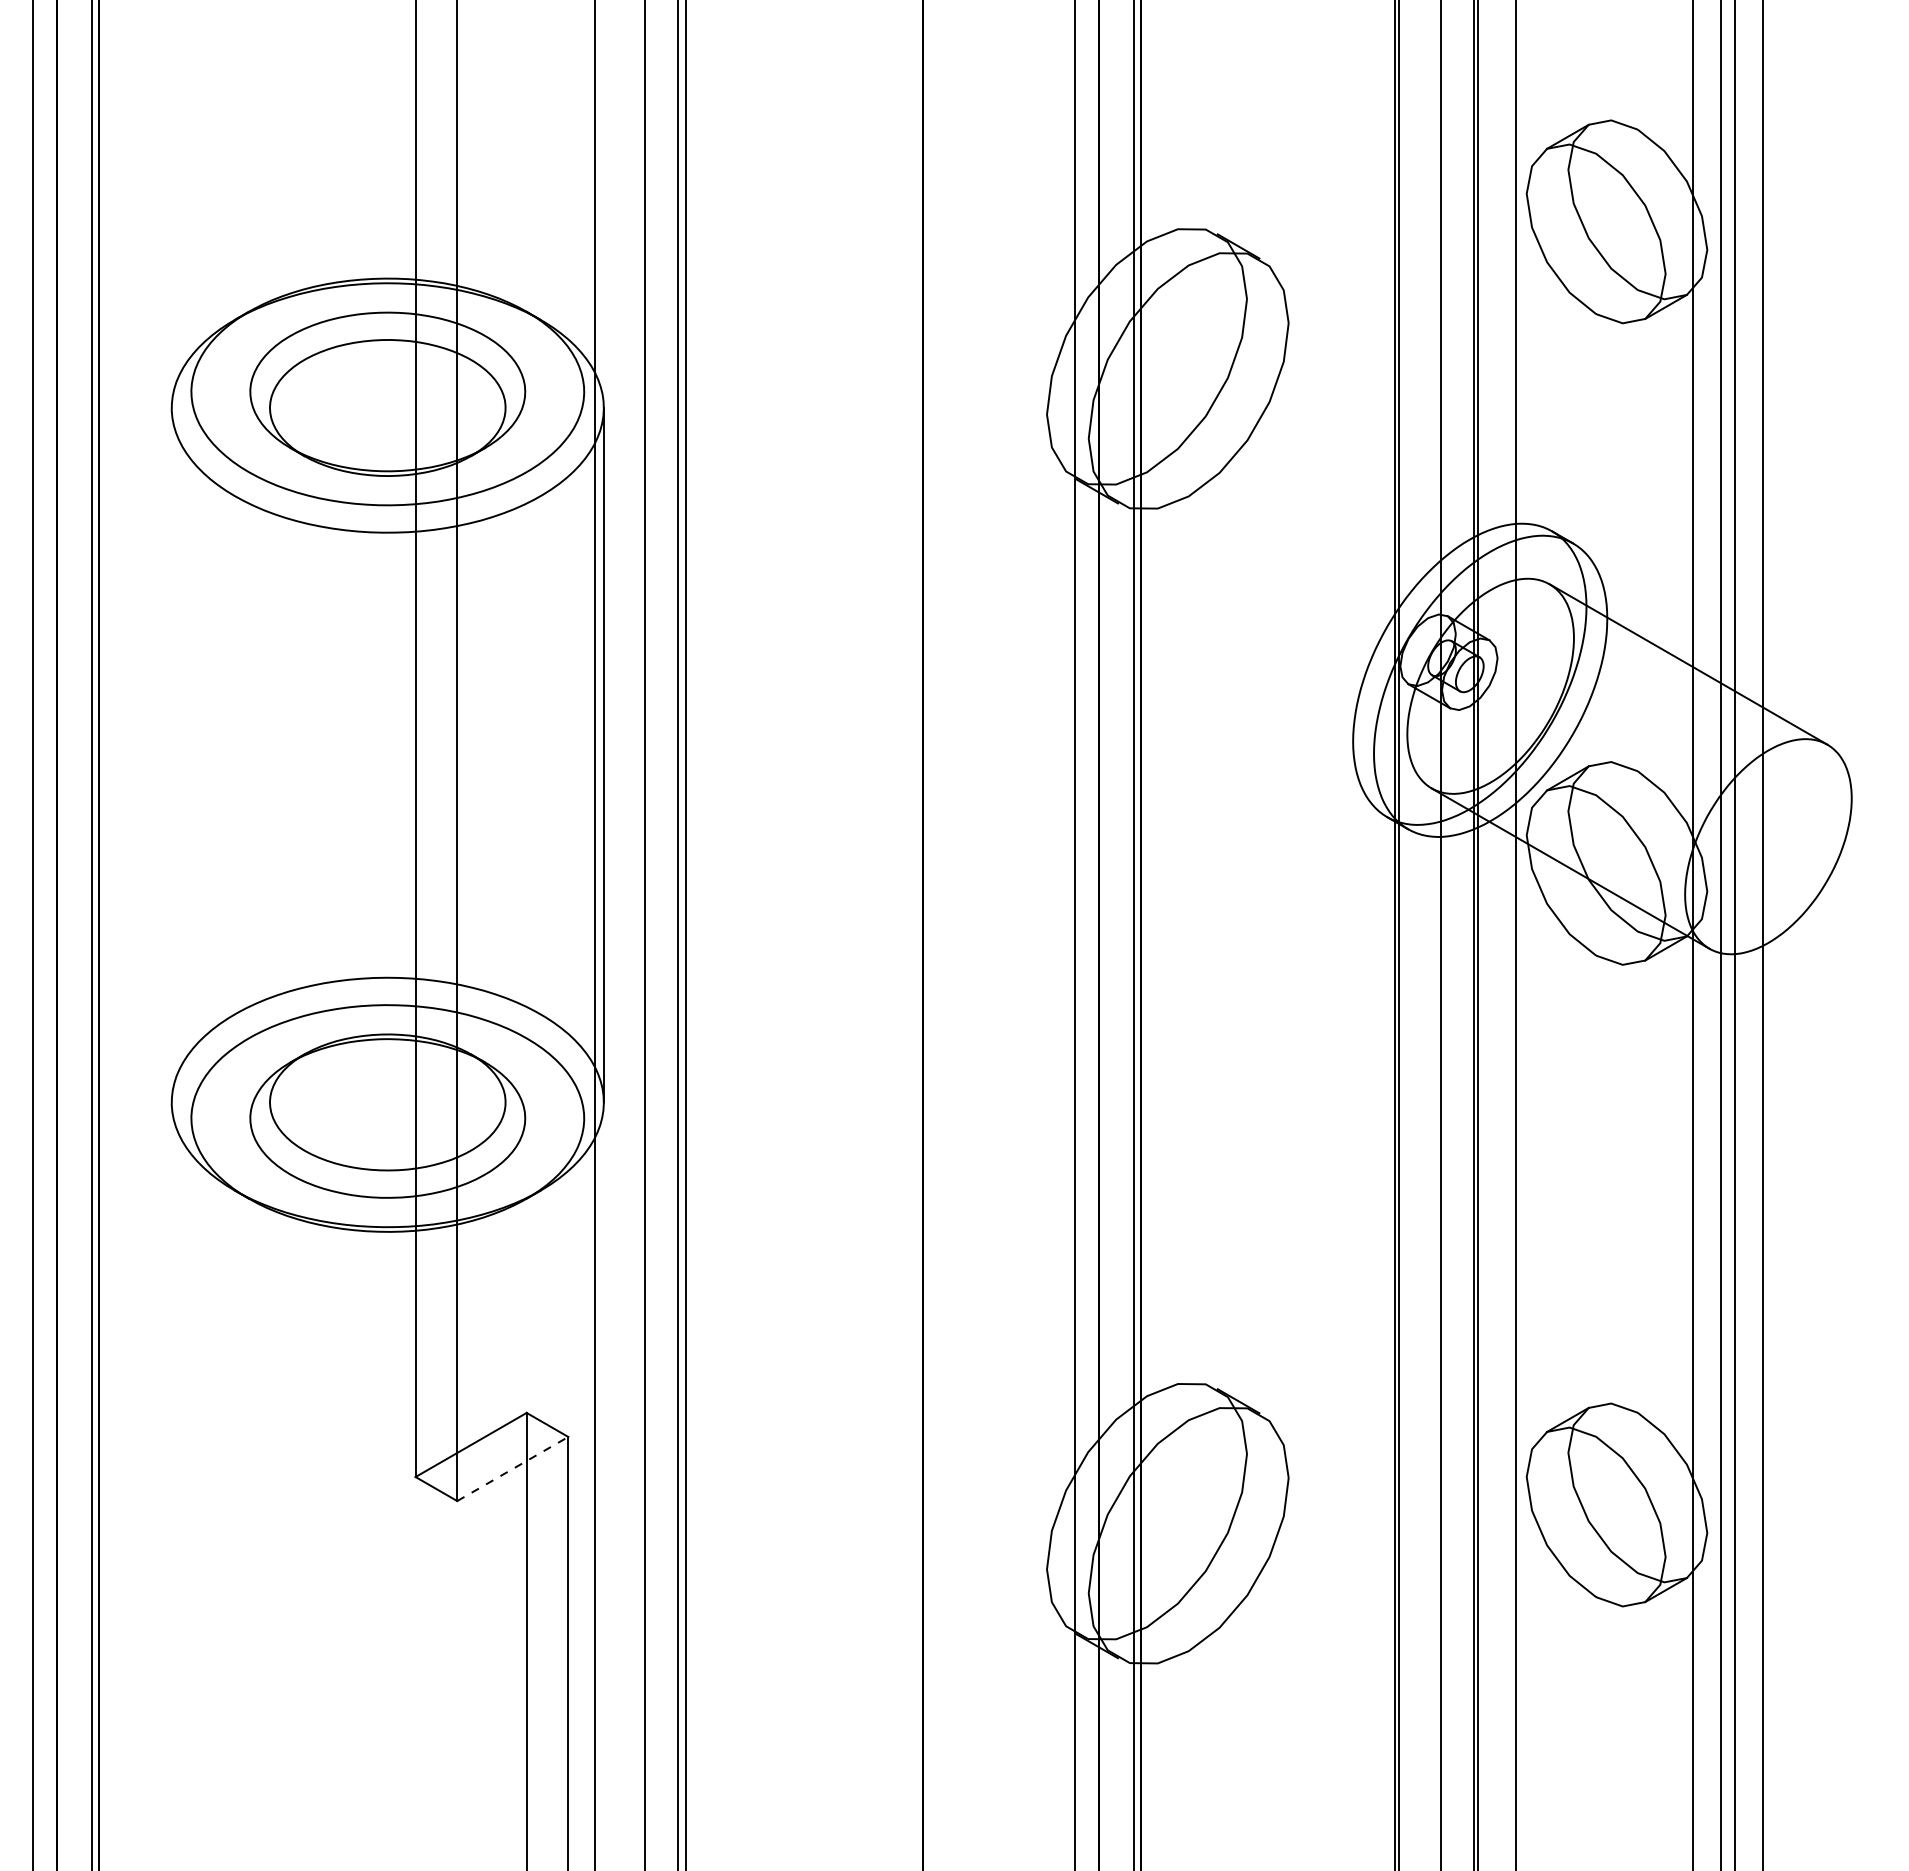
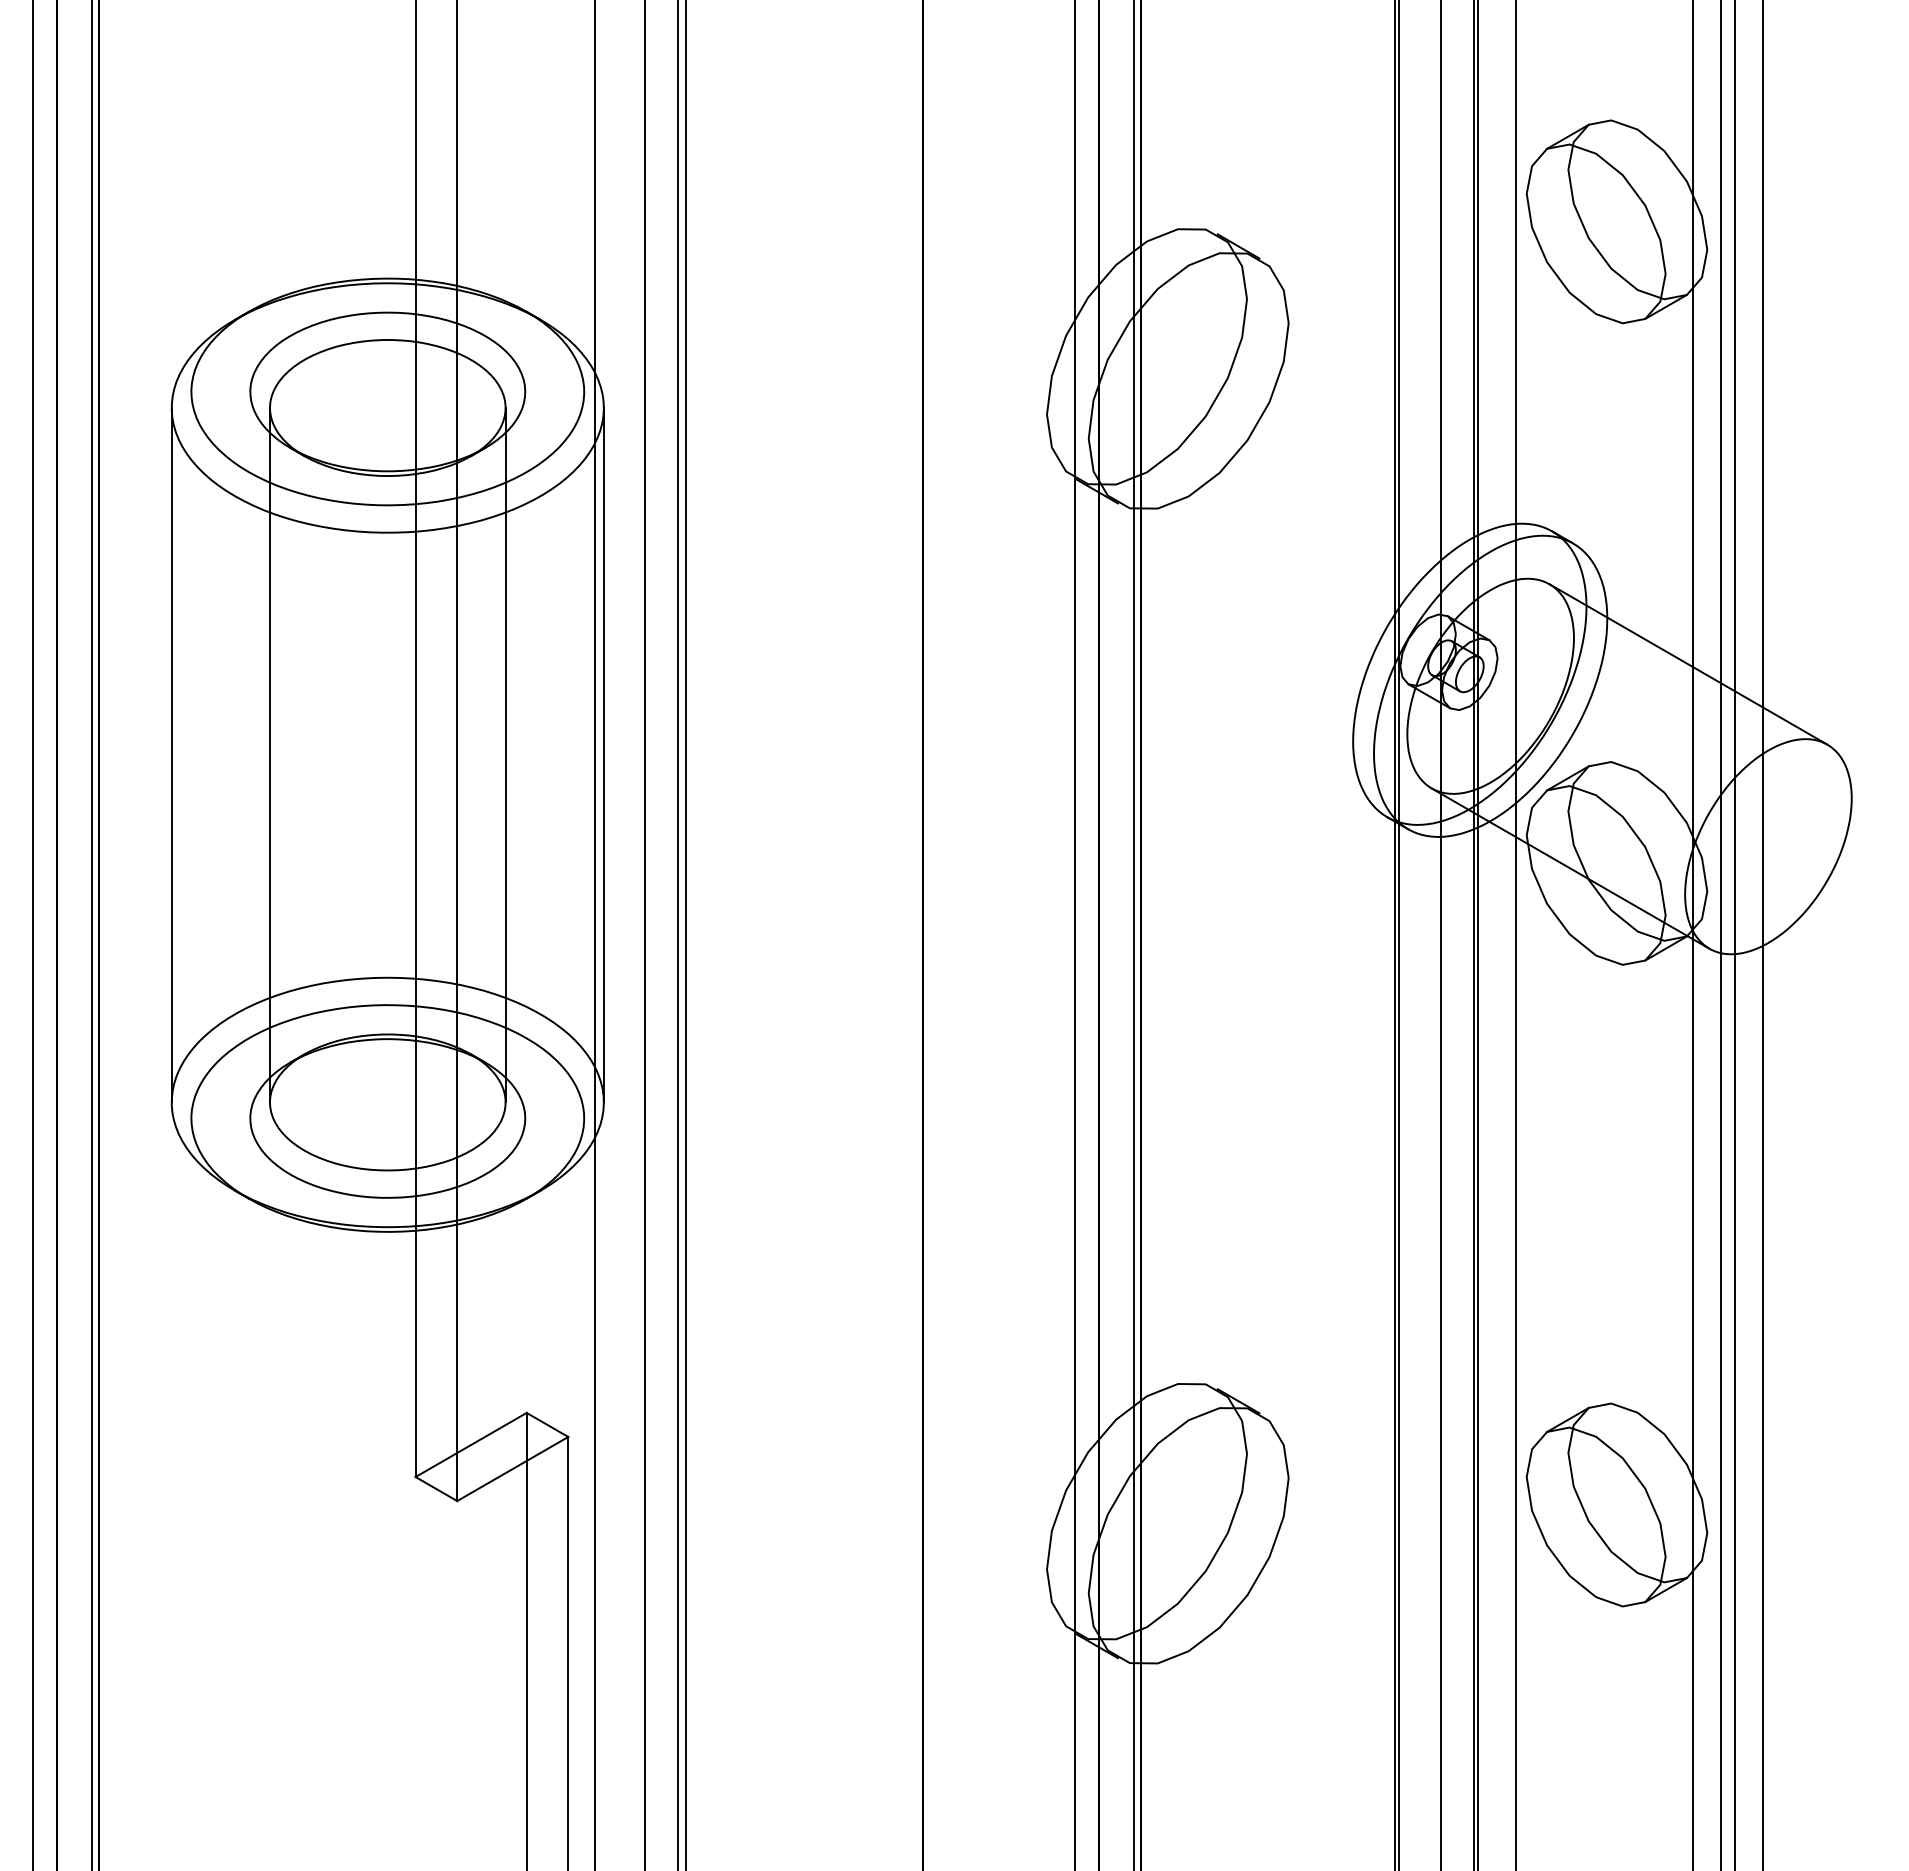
line at (171, 754): none -> present
line at (269, 754): none -> present
line at (505, 754): none -> present
line at (513, 1468): dashed -> solid
